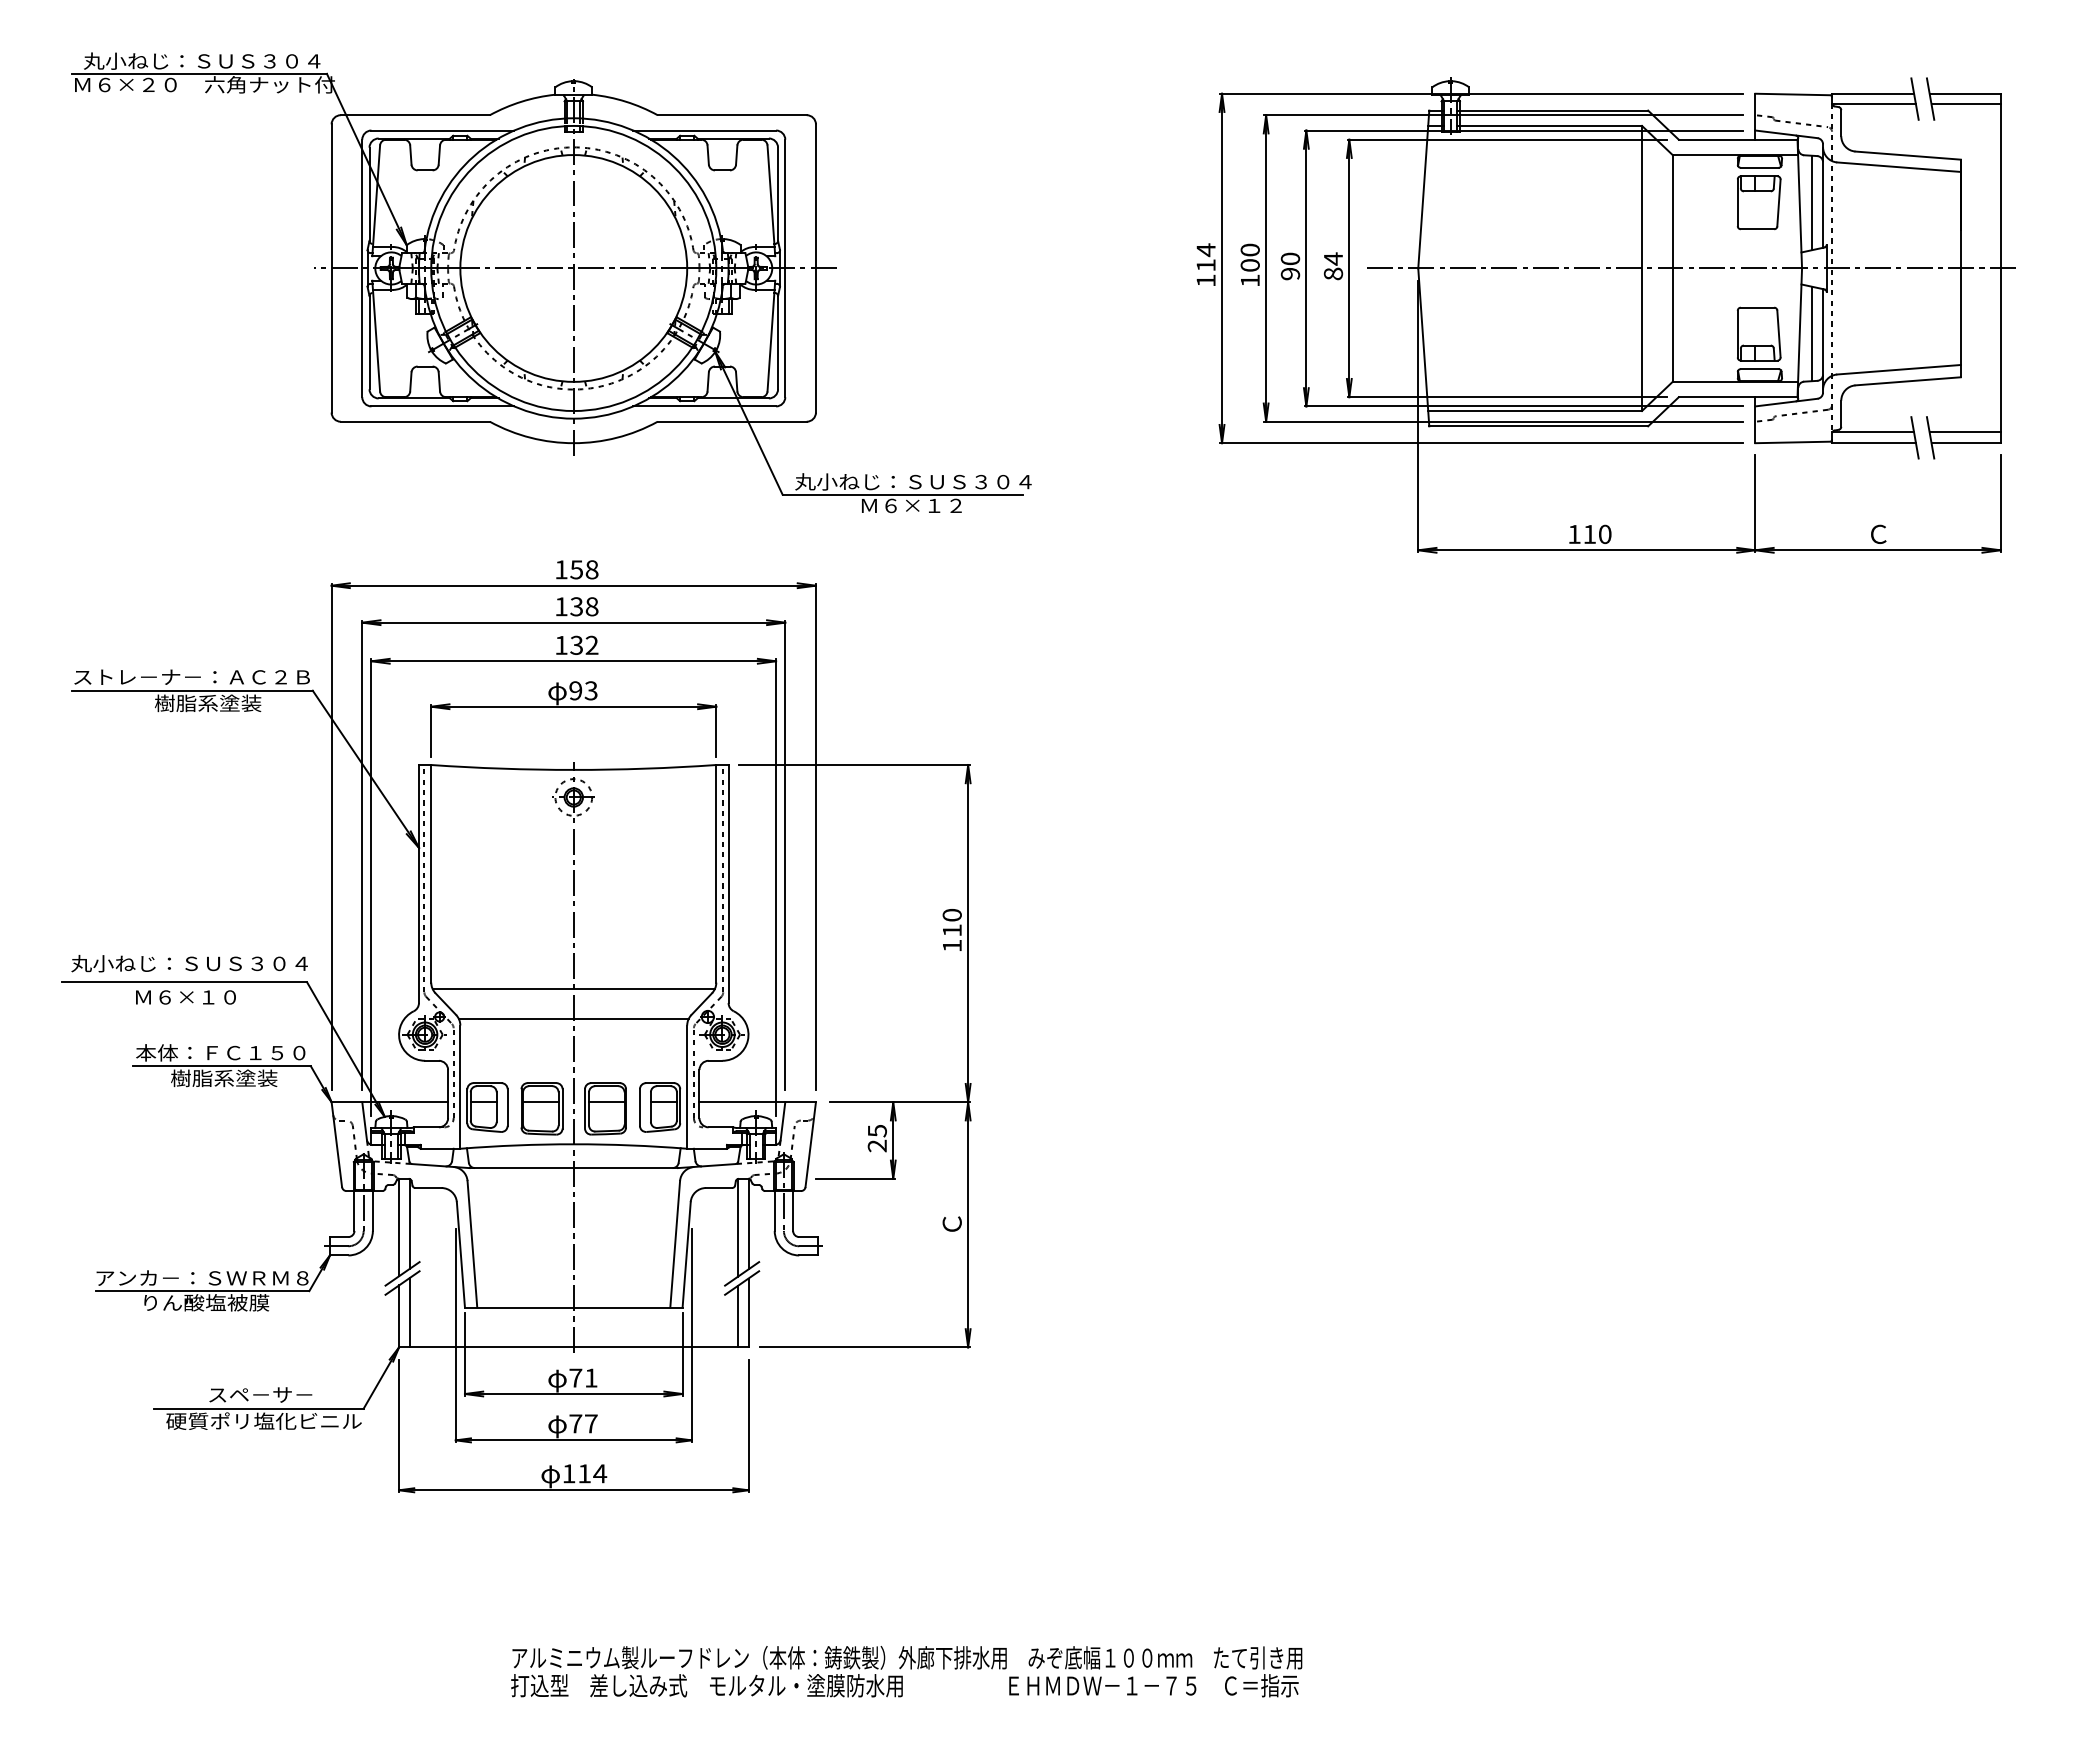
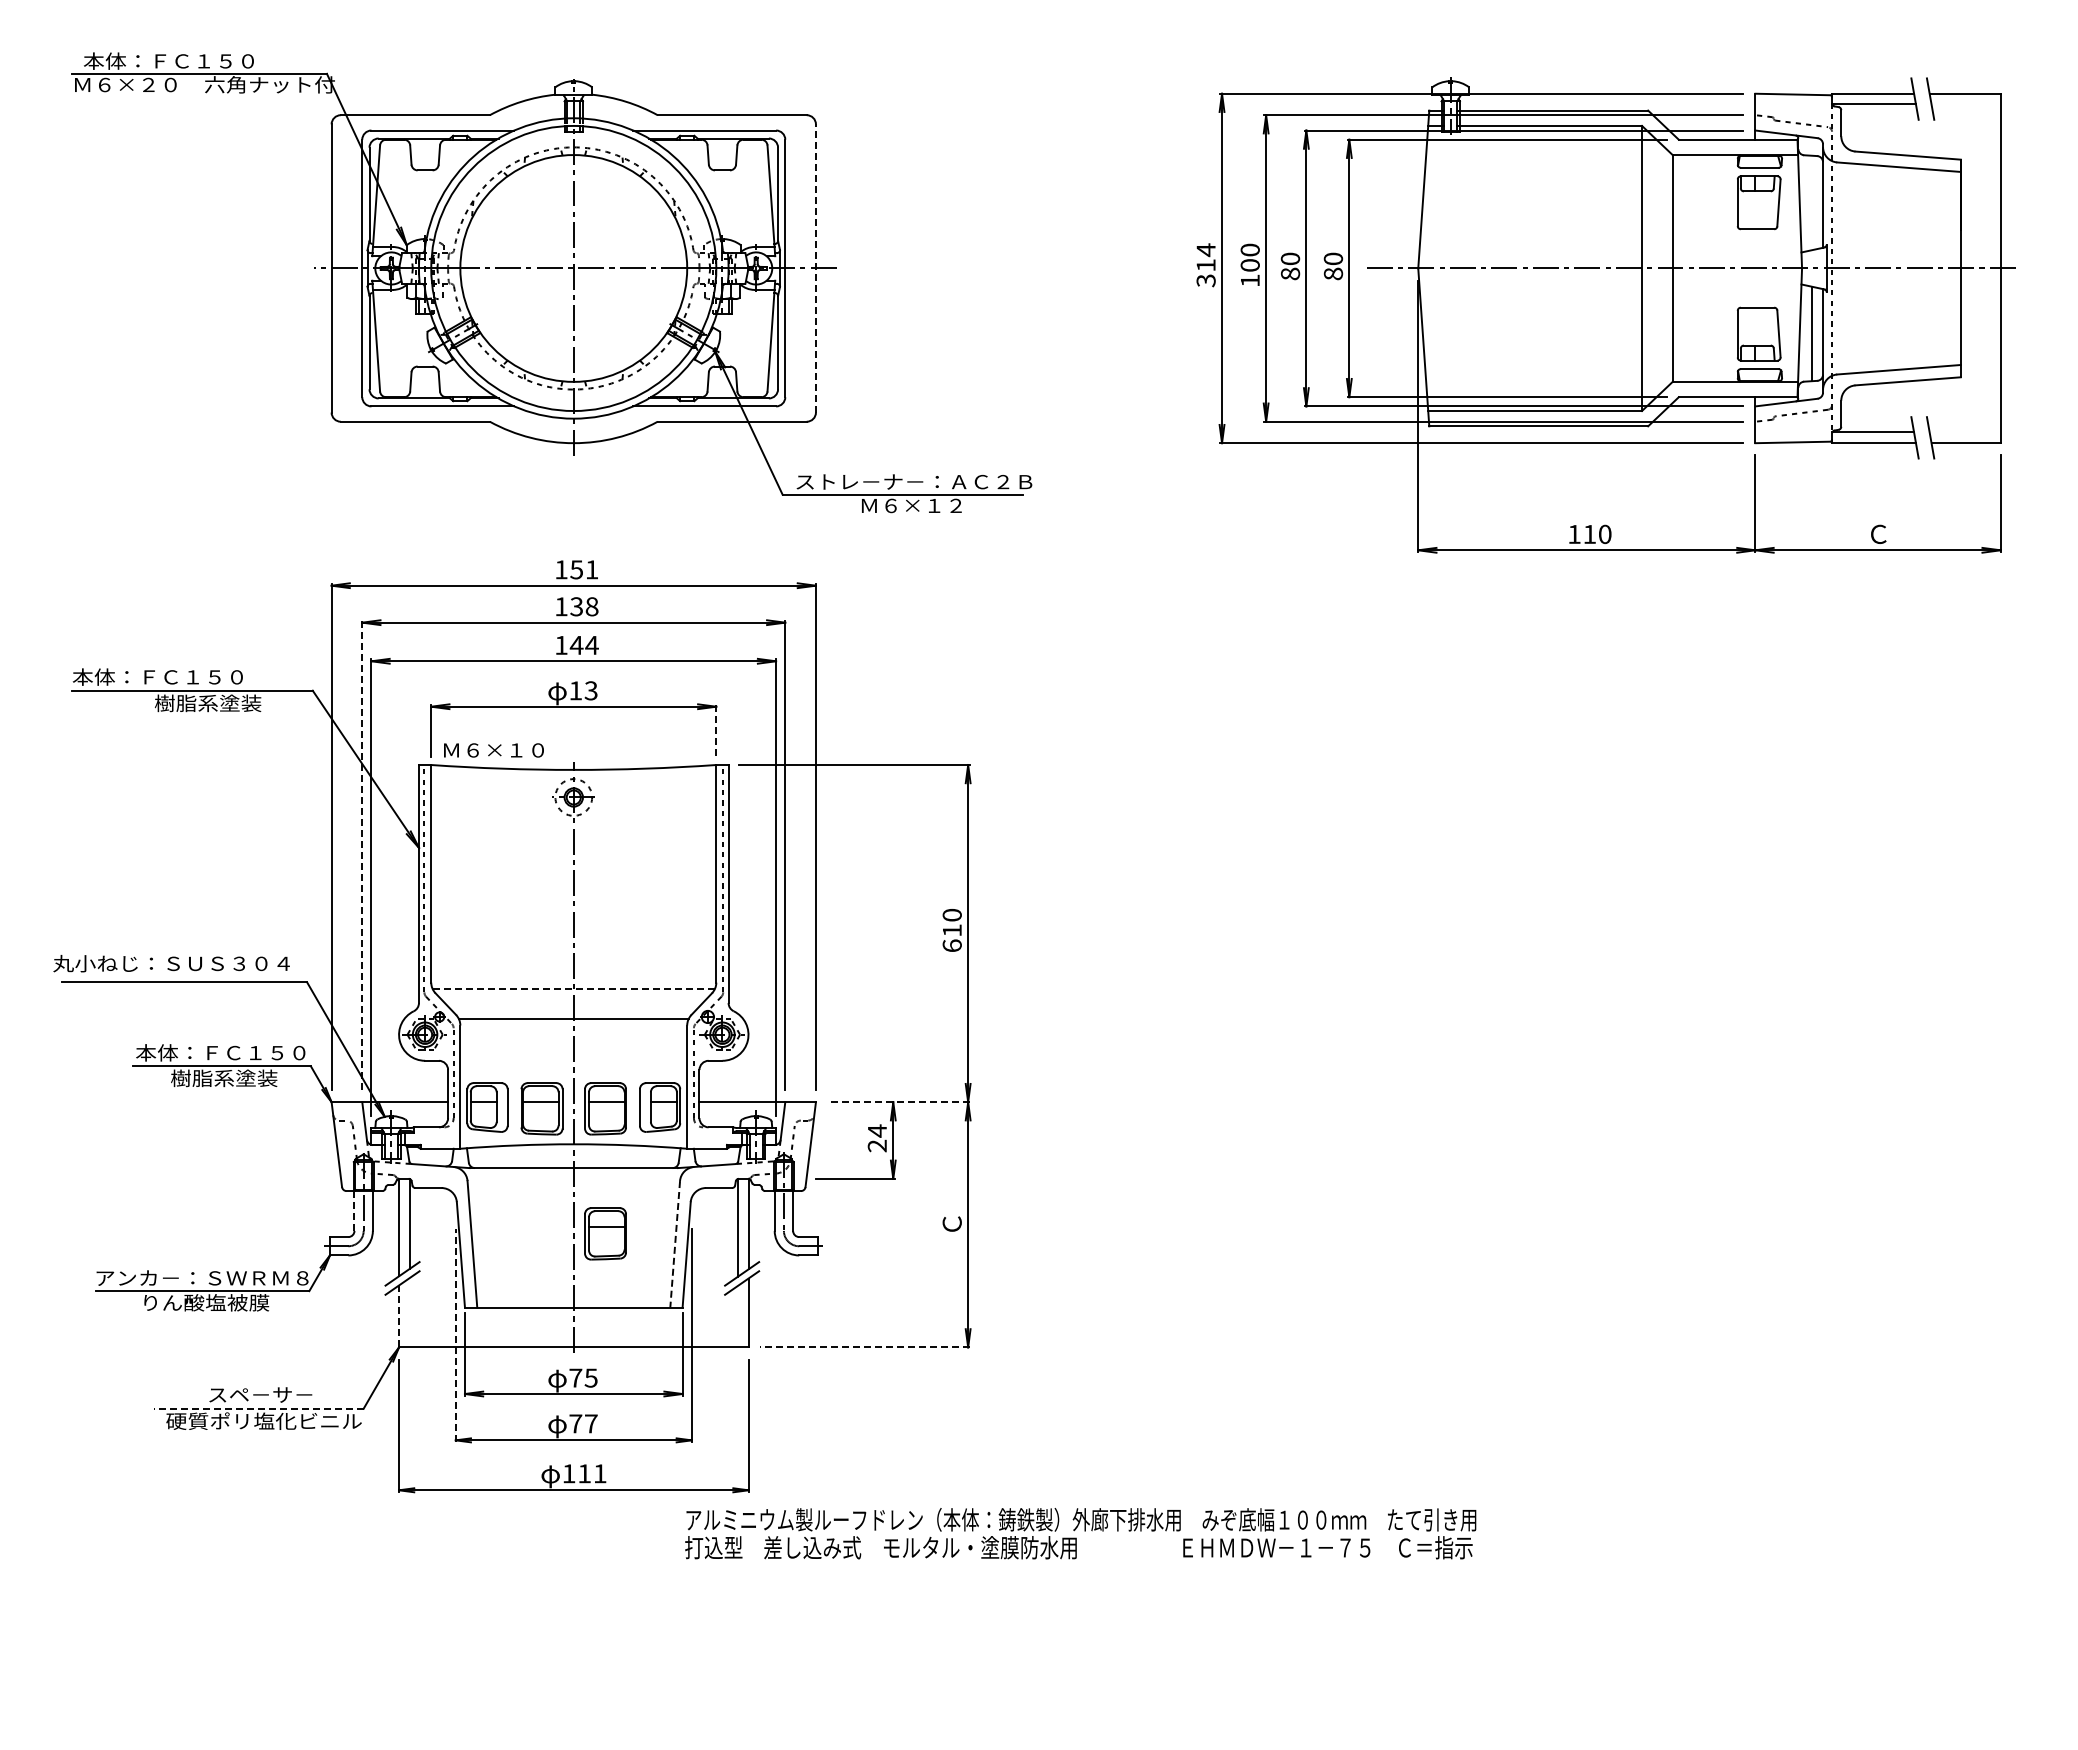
text at (201, 60): 丸小ねじ：ＳＵＳ３０４ -> 本体：ＦＣ１５０
line at (1965, 104): present -> none
line at (1811, 202): present -> none
text at (1333, 258): 84 -> 80
line at (815, 267): solid -> dashed
text at (1290, 273): 90 -> 80
text at (1205, 280): 114 -> 314
line at (1964, 432): present -> none
text at (913, 481): 丸小ねじ：ＳＵＳ３０４ -> ストレ－ナ－：ＡＣ２Ｂ
text at (591, 569): 158 -> 151
text at (583, 644): 132 -> 144
text at (190, 676): ストレ－ナ－：ＡＣ２Ｂ -> 本体：ＦＣ１５０
text at (575, 690): 93 -> 13
line at (716, 731): solid -> dashed
line at (362, 855): solid -> dashed
text at (951, 945): 110 -> 610
text at (189, 963) position: (189, 963) -> (171, 963)
line at (573, 988): solid -> dashed
text at (185, 997) position: (185, 997) -> (493, 750)
line at (899, 1102): solid -> dashed
text at (877, 1130): 25 -> 24
line at (354, 1211): solid -> dashed
part at (605, 1233): none -> present
line at (675, 1244): solid -> dashed
line at (409, 1312): present -> none
line at (399, 1316): solid -> dashed
line at (737, 1316): present -> none
line at (455, 1335): solid -> dashed
line at (864, 1347): solid -> dashed
text at (590, 1377): 71 -> 75
line at (259, 1408): solid -> dashed
text at (600, 1473): 114 -> 111
text at (906, 1671) position: (906, 1671) -> (1080, 1533)
